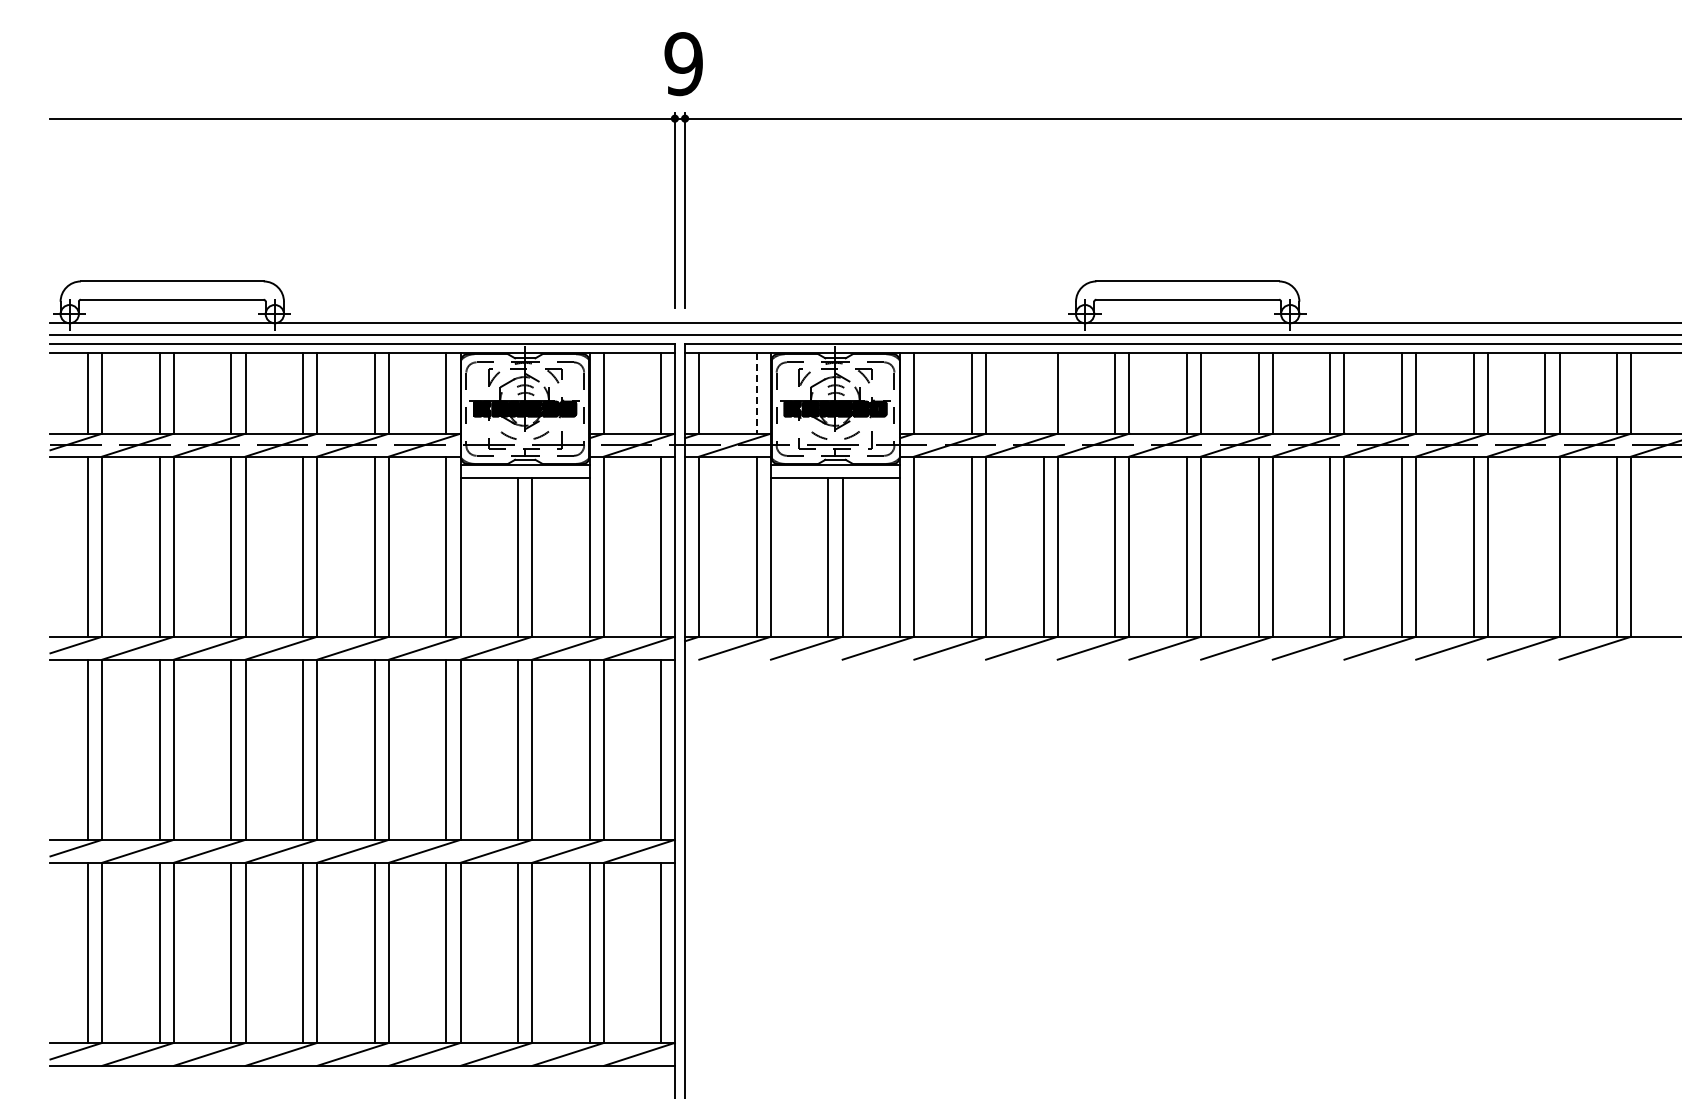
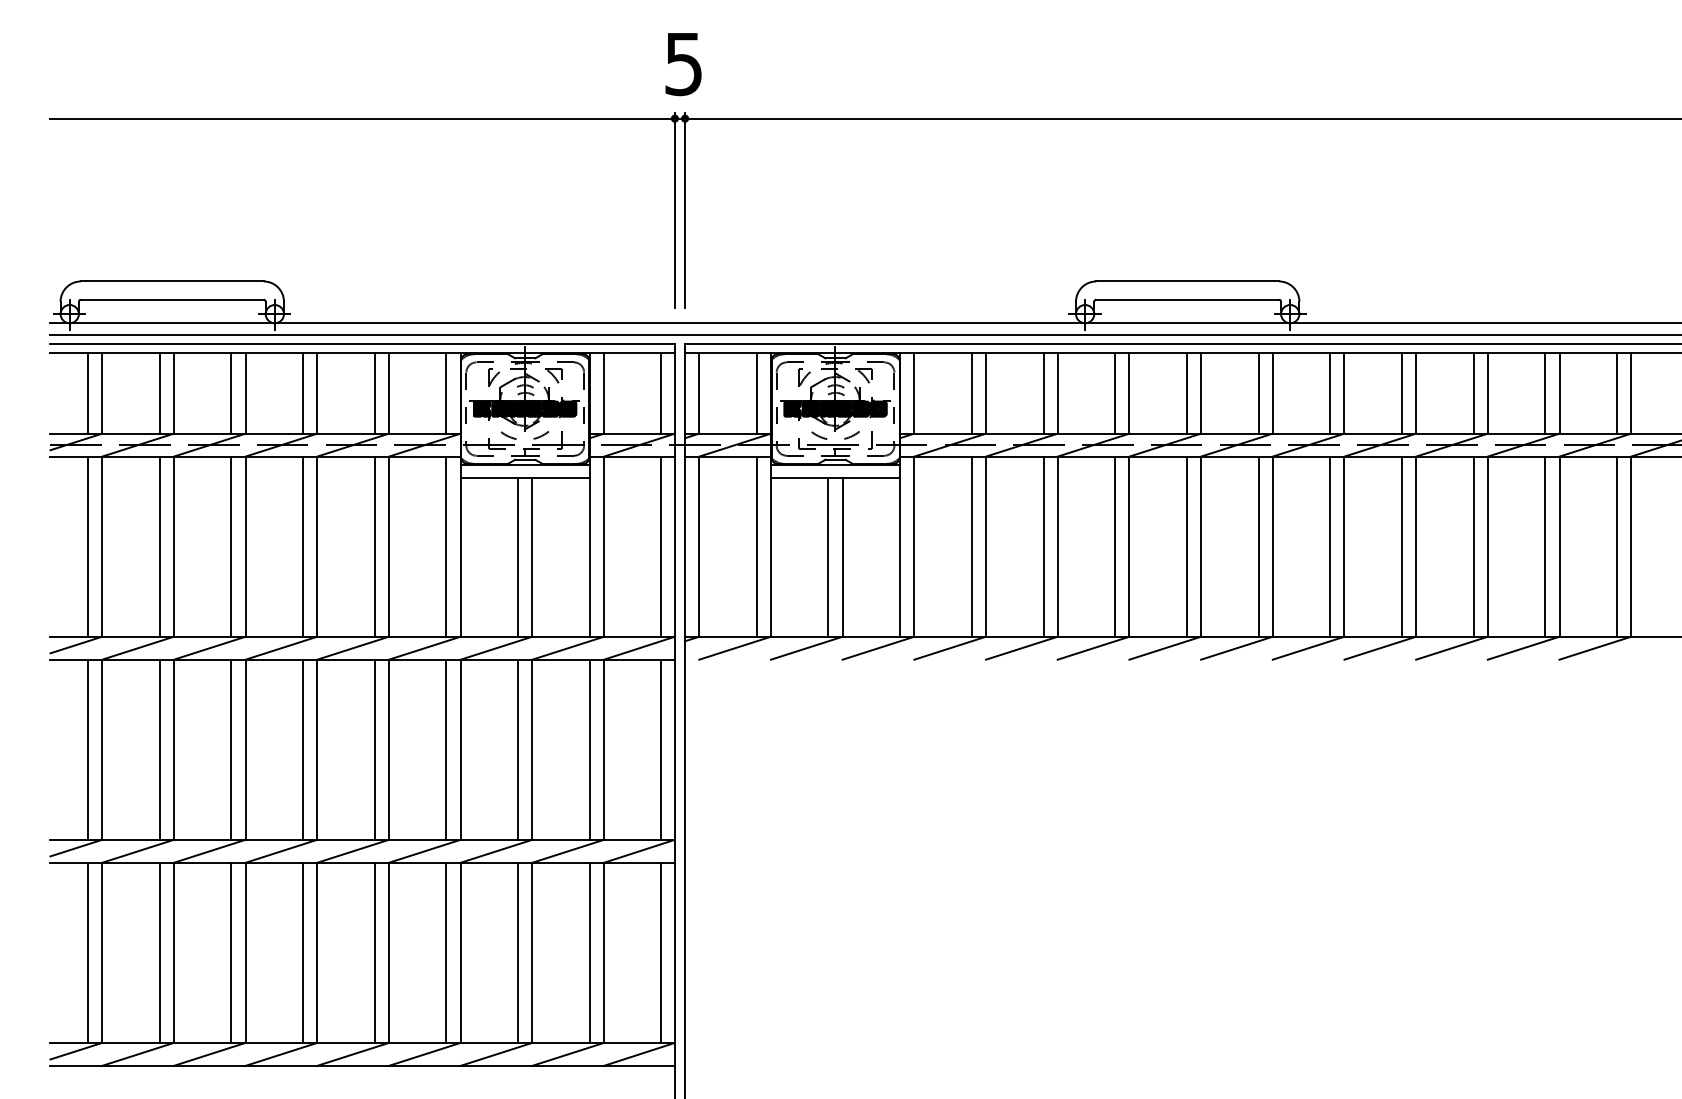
text at (683, 63): 9 -> 5
line at (1043, 392): none -> present
line at (756, 393): dashed -> solid
line at (1545, 546): none -> present
